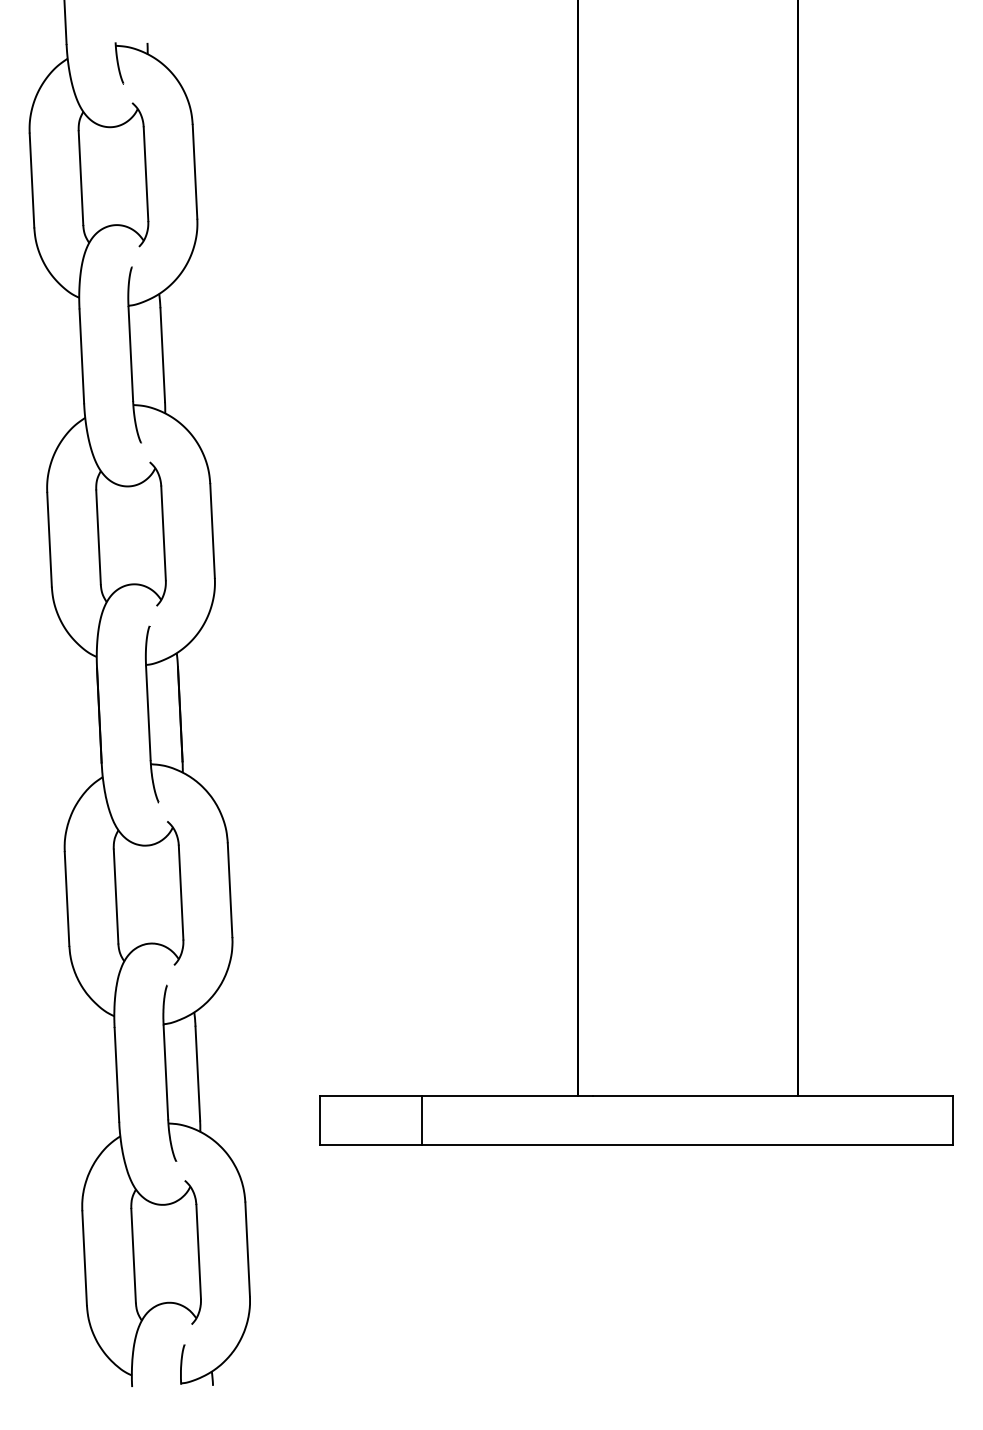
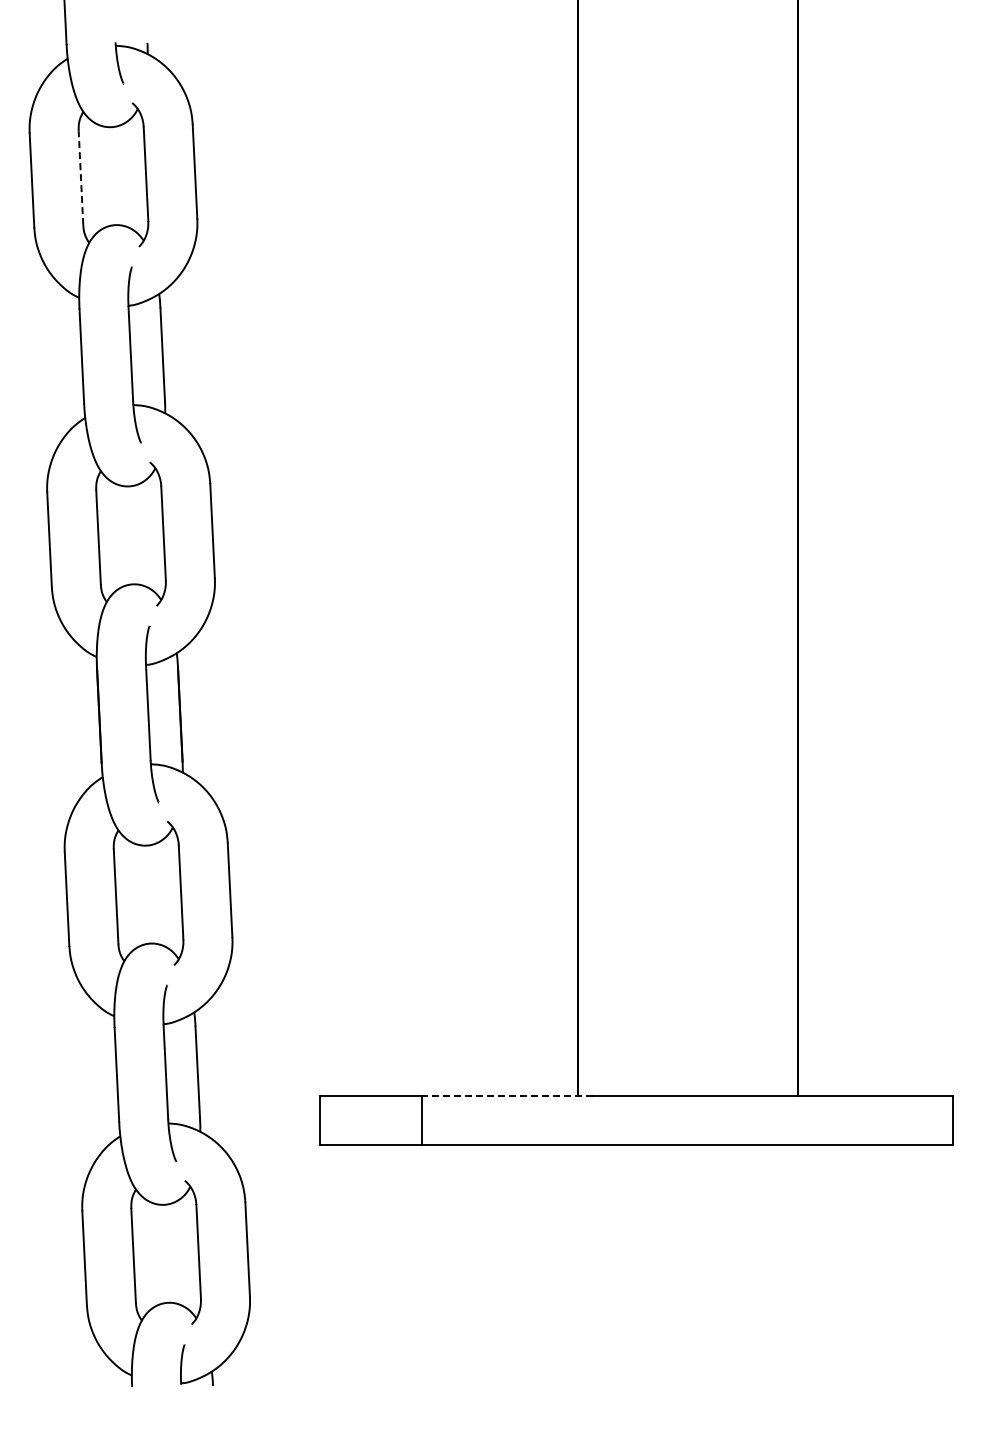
line at (80, 178): solid -> dashed
line at (506, 1095): solid -> dashed
